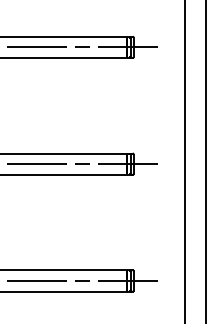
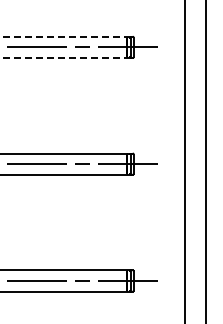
line at (65, 36): solid -> dashed
line at (65, 58): solid -> dashed
